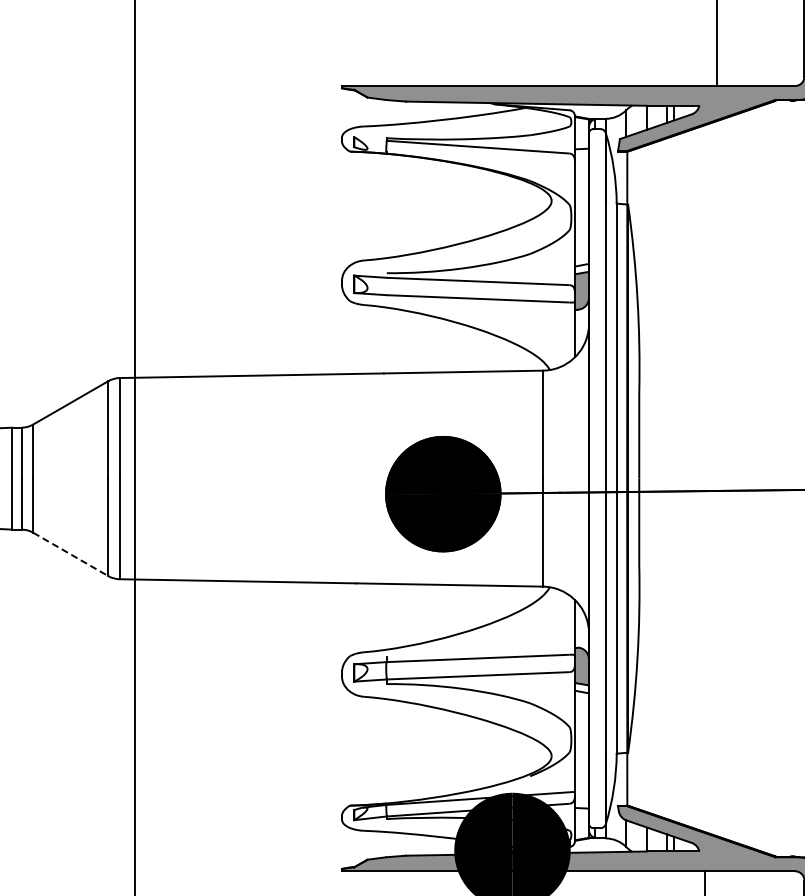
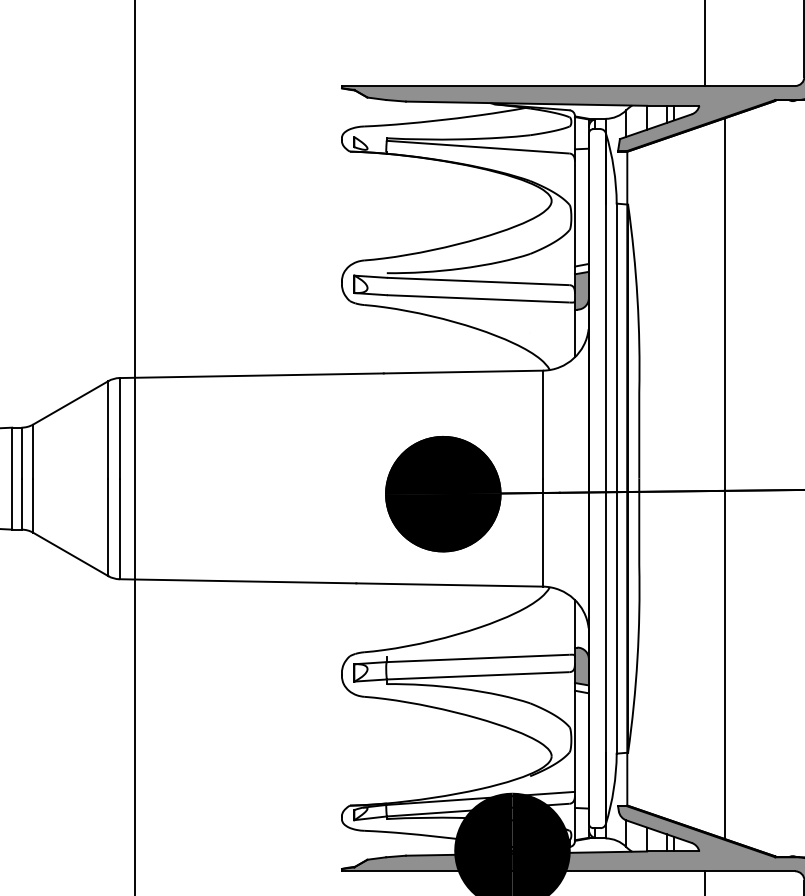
line at (716, 44) position: (716, 44) -> (704, 44)
line at (724, 478): none -> present
line at (71, 554): dashed -> solid
